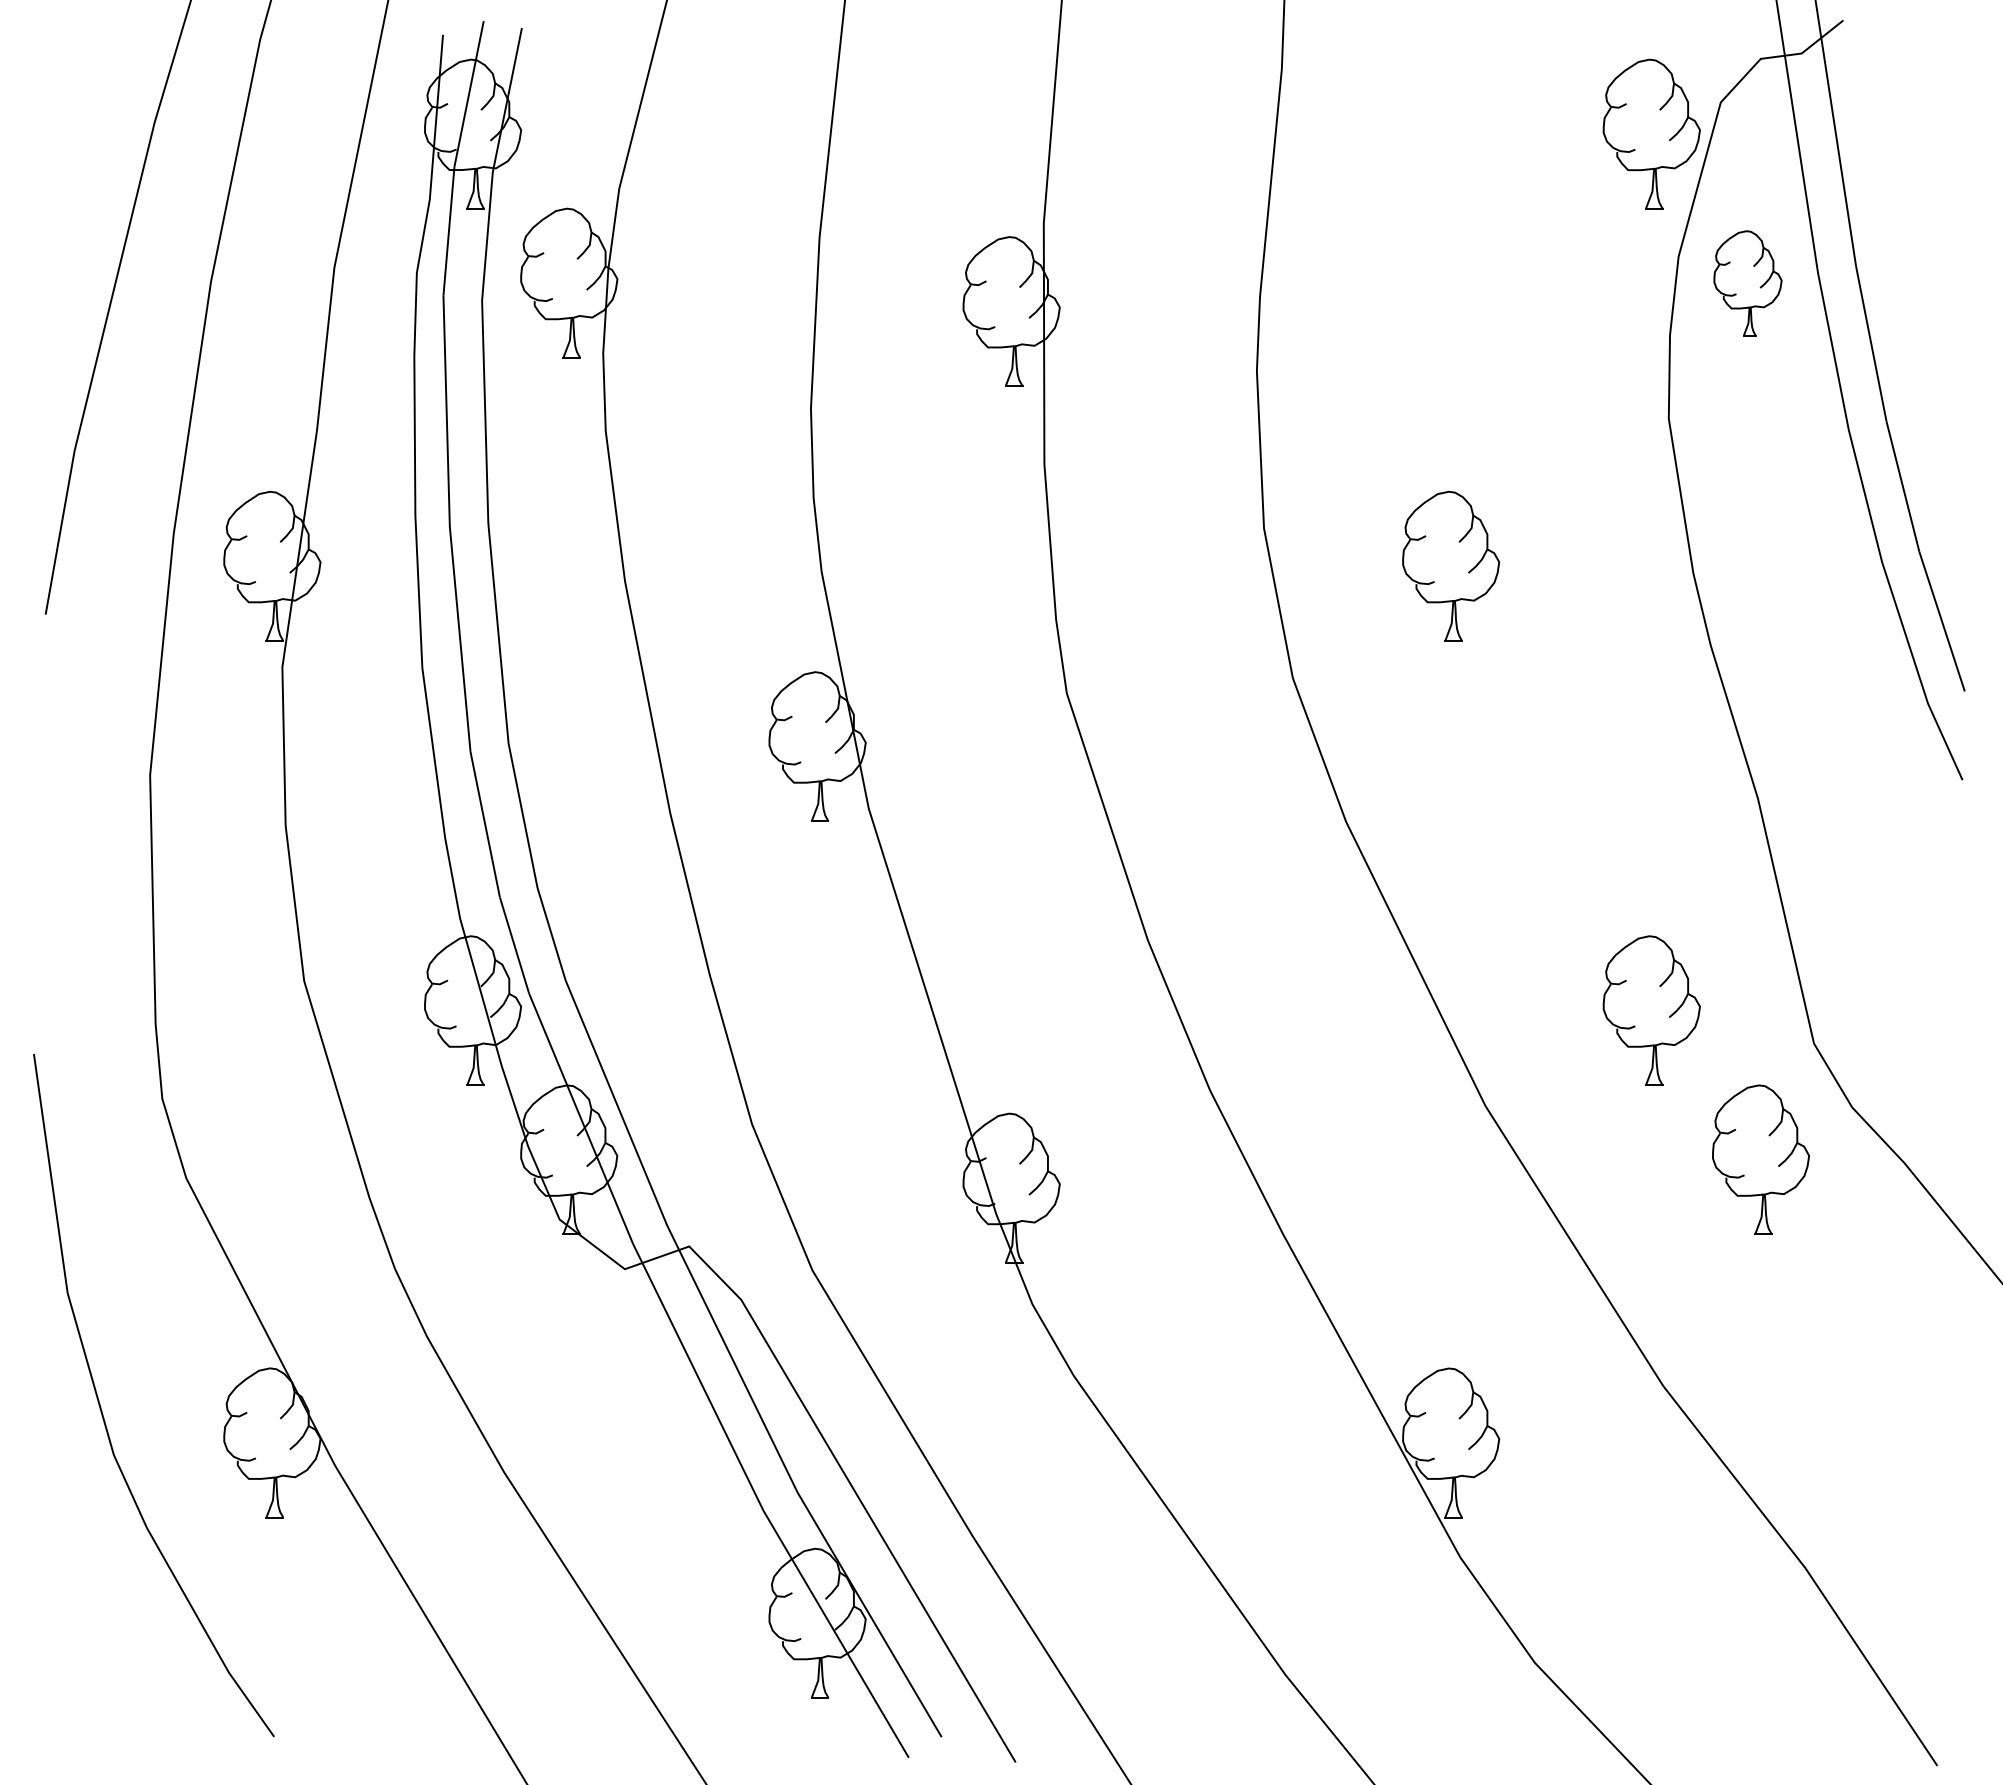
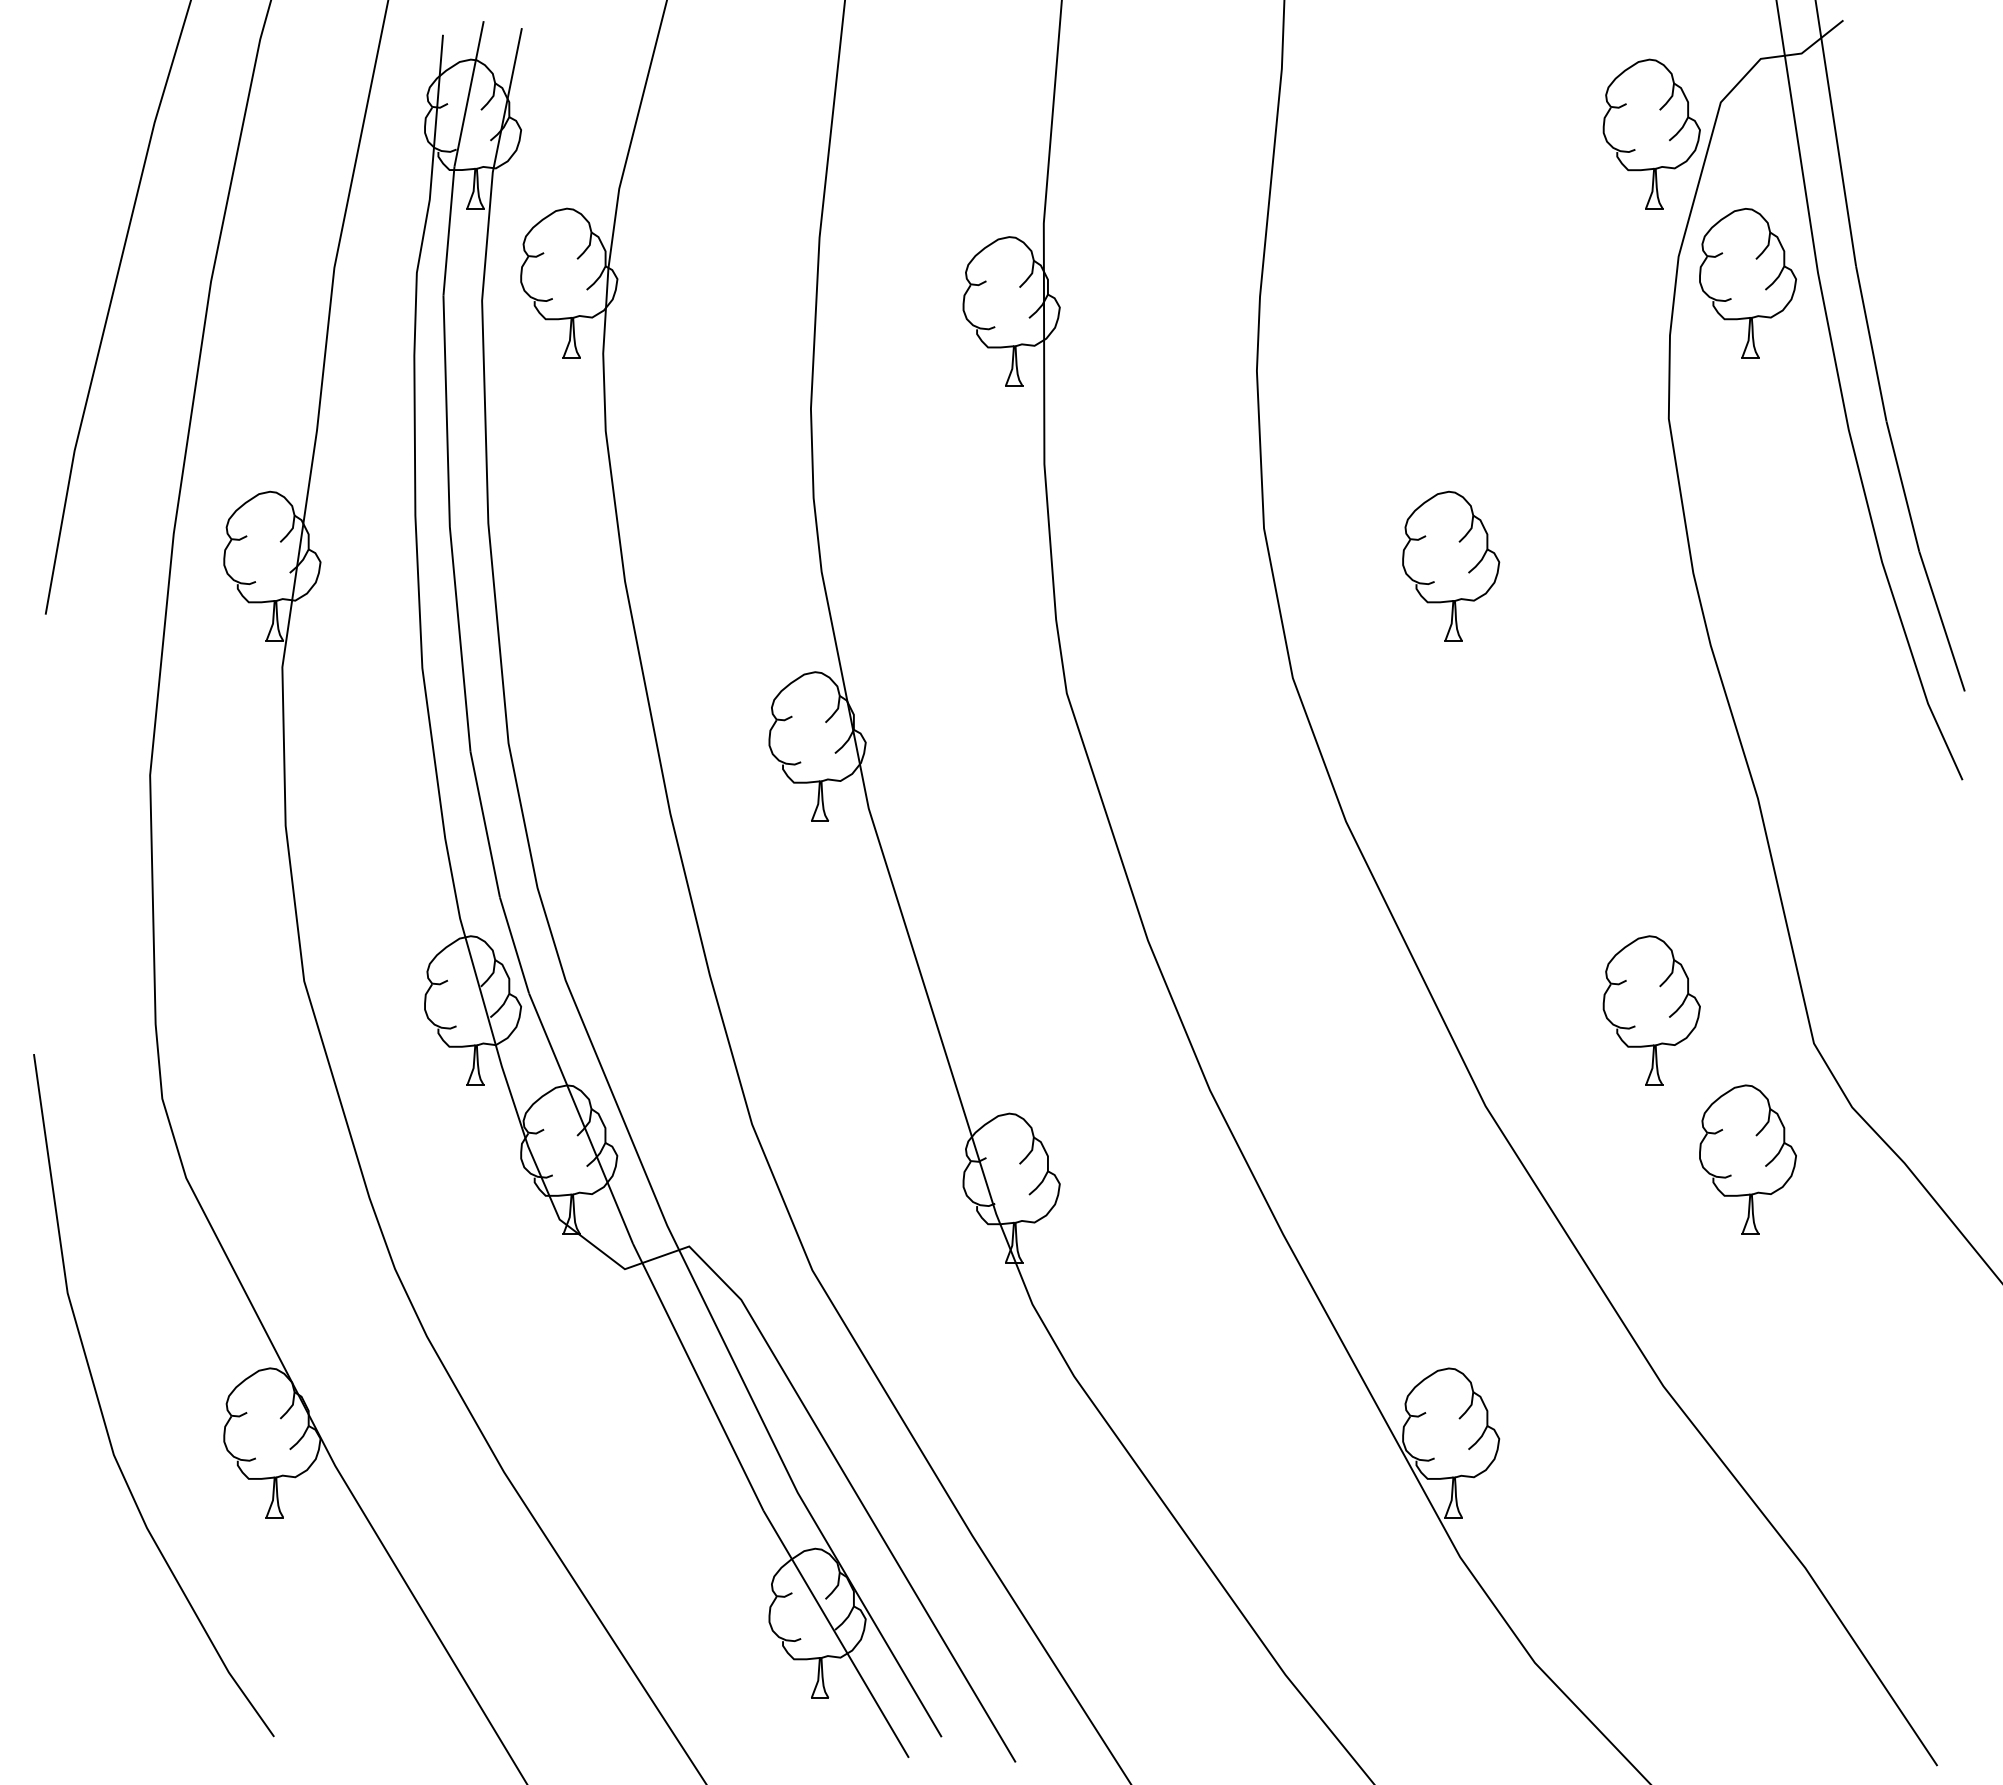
part at (1747, 283) size: 70x107 px -> 98x151 px
part at (1760, 1159) position: (1760, 1159) -> (1747, 1159)
